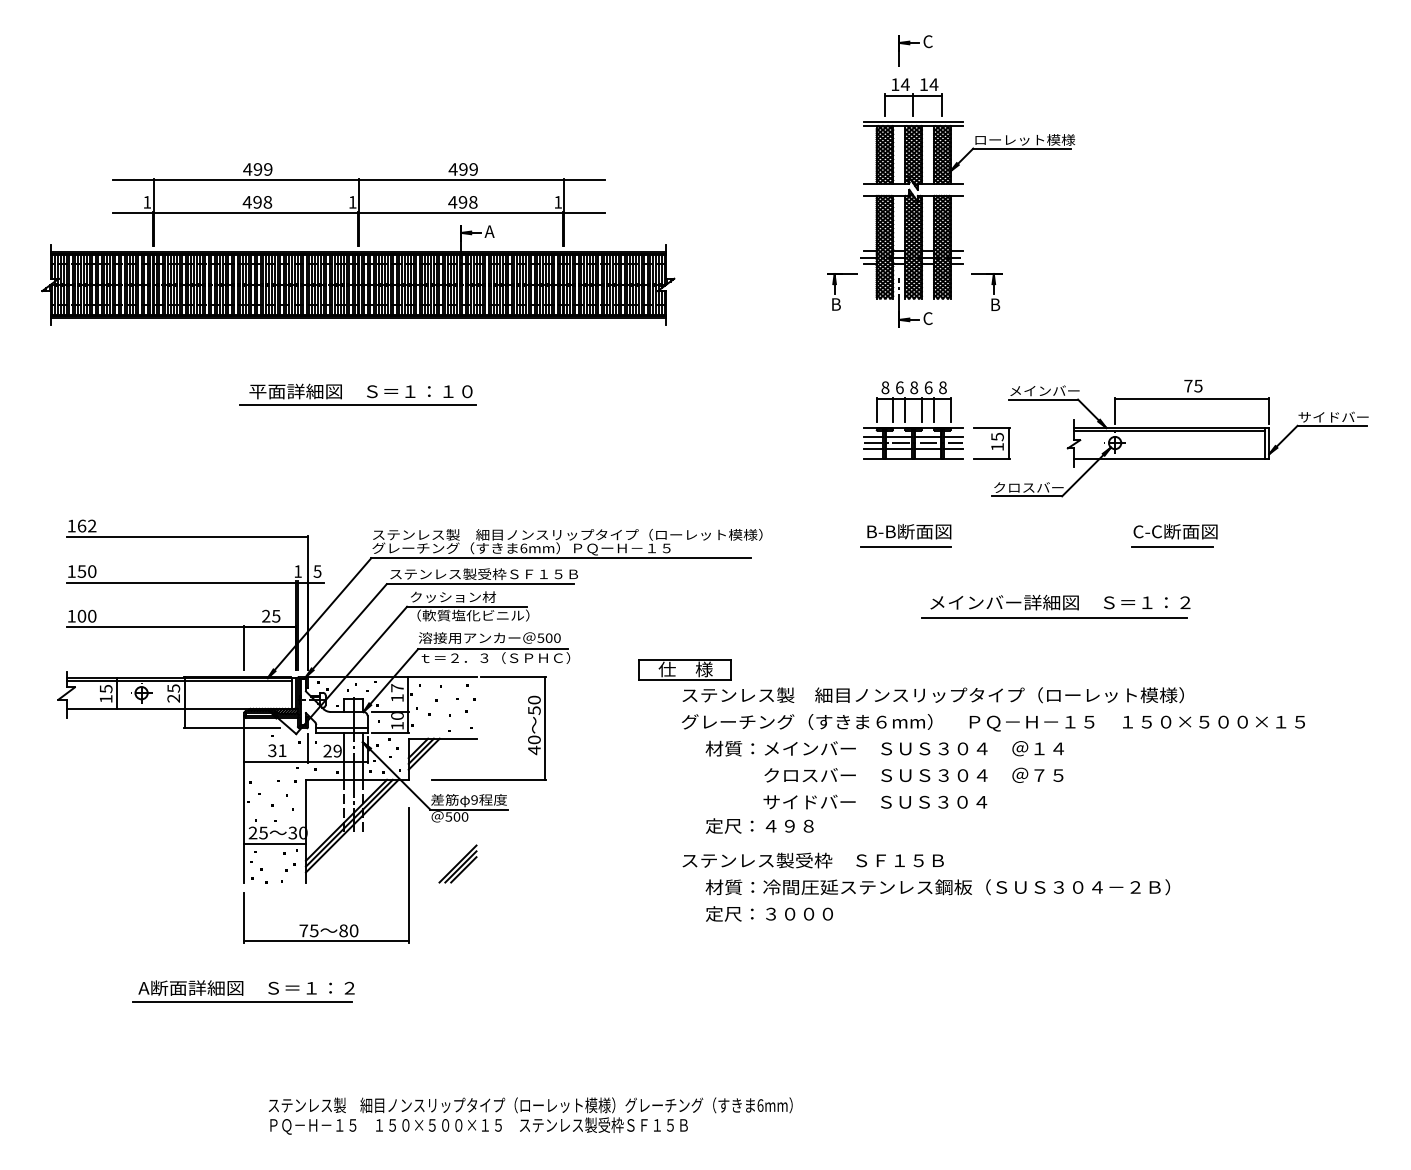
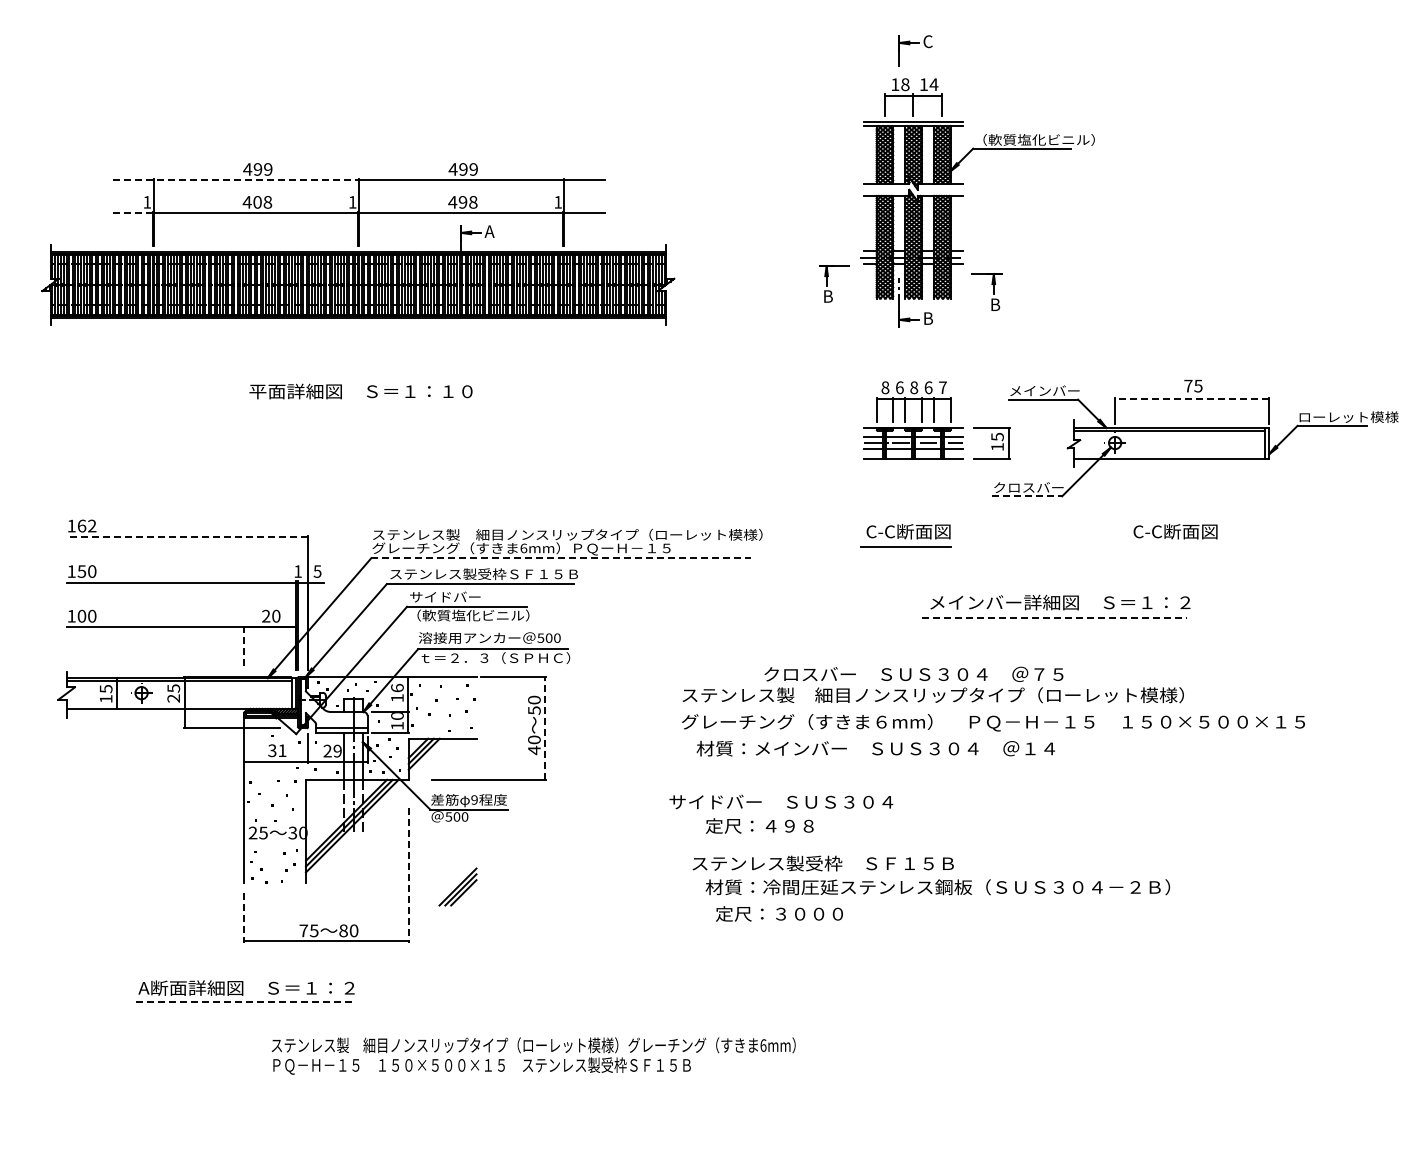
text at (904, 84): 14 -> 18
text at (1034, 139): ローレット模様 -> （軟質塩化ビニル）
line at (236, 180): solid -> dashed
text at (257, 202): 498 -> 408
line at (133, 213): solid -> dashed
part at (835, 291) position: (835, 291) -> (827, 283)
text at (927, 318): C -> B
text at (942, 387): 8 -> 7
line at (1191, 398): solid -> dashed
line at (358, 405): present -> none
text at (1348, 417): サイドバー -> ローレット模様
line at (1027, 496): solid -> dashed
text at (908, 531): B-B断面図 -> C-C断面図
line at (187, 537): solid -> dashed
line at (1172, 546): present -> none
line at (561, 558): solid -> dashed
text at (452, 596): クッション材 -> サイドバー
text at (276, 615): 25 -> 20
line at (1054, 617): solid -> dashed
line at (244, 648): solid -> dashed
part at (684, 669): present -> none
text at (397, 687): 17 -> 16
line at (545, 727): solid -> dashed
text at (884, 748) position: (884, 748) -> (875, 748)
text at (913, 774) position: (913, 774) -> (913, 673)
text at (875, 801) position: (875, 801) -> (781, 801)
line at (274, 843): present -> none
text at (812, 860) position: (812, 860) -> (822, 863)
part at (457, 863) position: (457, 863) -> (457, 886)
line at (408, 876): solid -> dashed
text at (769, 913) position: (769, 913) -> (779, 913)
line at (244, 917): solid -> dashed
line at (241, 1002): solid -> dashed
text at (530, 1115) position: (530, 1115) -> (533, 1055)
